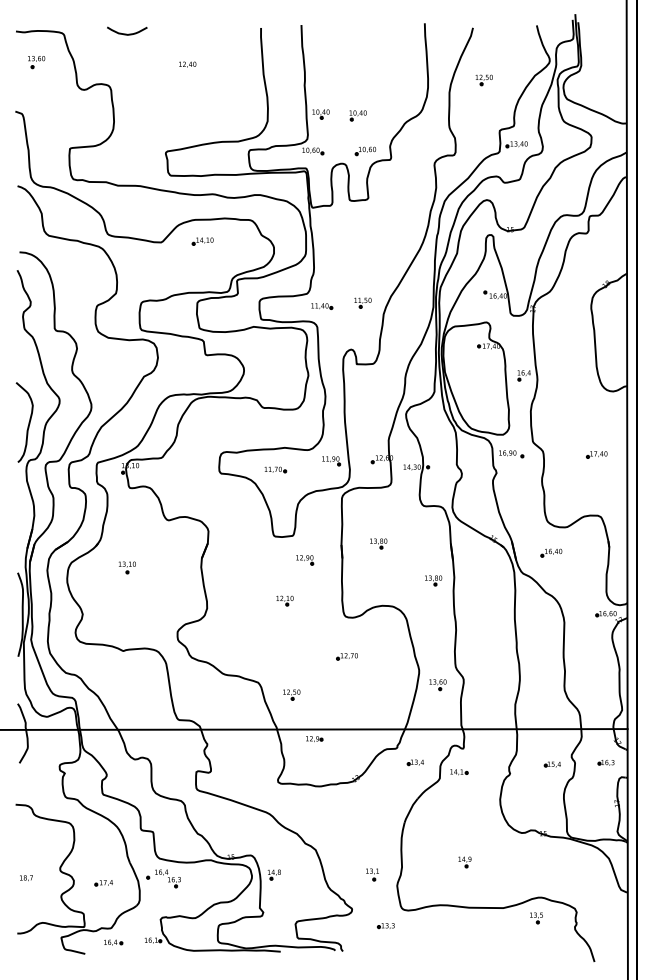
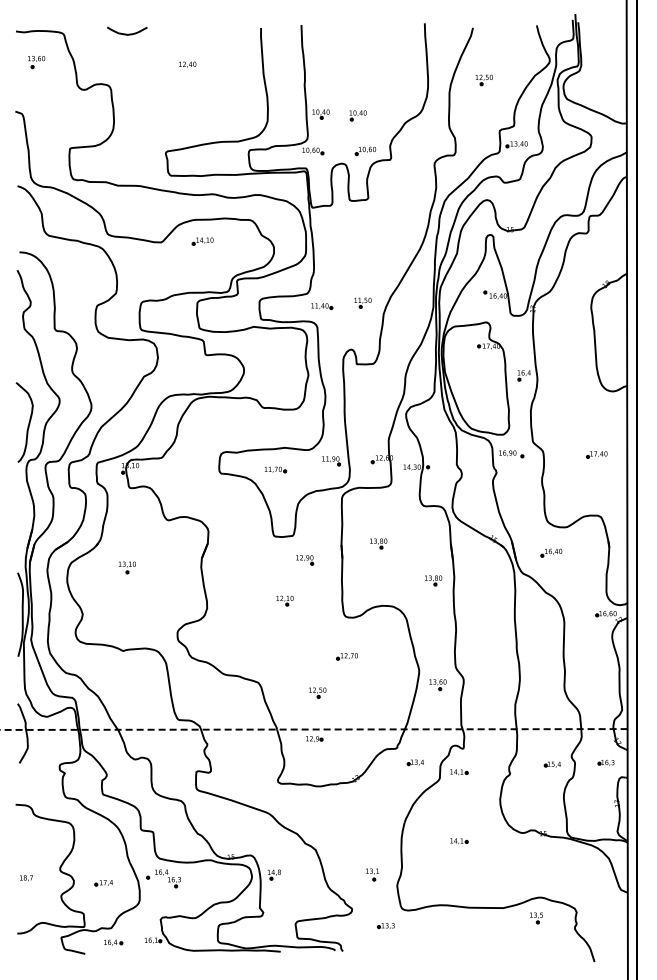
part at (291, 694) position: (291, 694) -> (317, 692)
line at (313, 729): solid -> dashed
part at (459, 841): none -> present
part at (464, 862): present -> none
